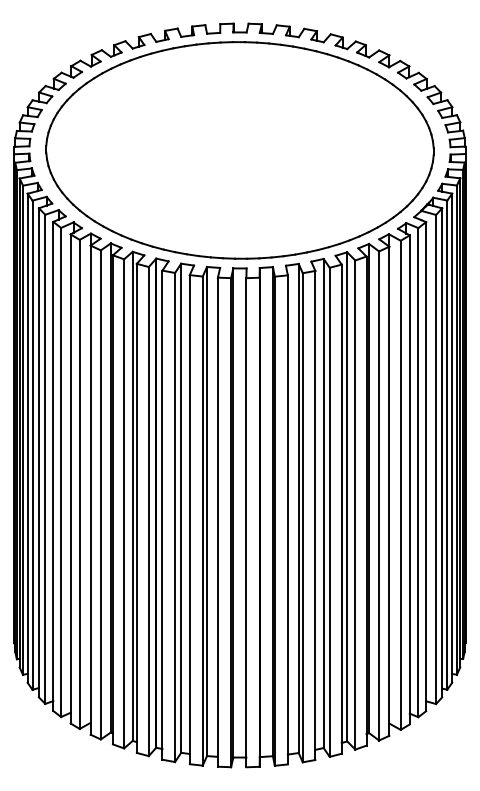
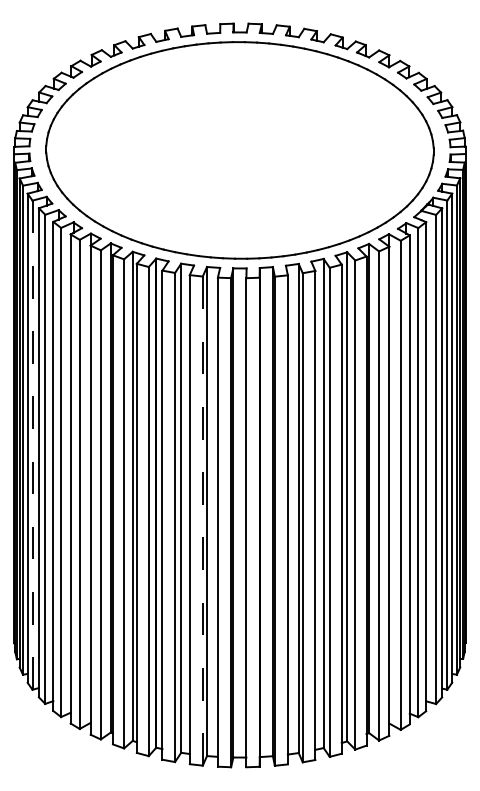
line at (32, 445): solid -> dashed
line at (202, 521): solid -> dashed
